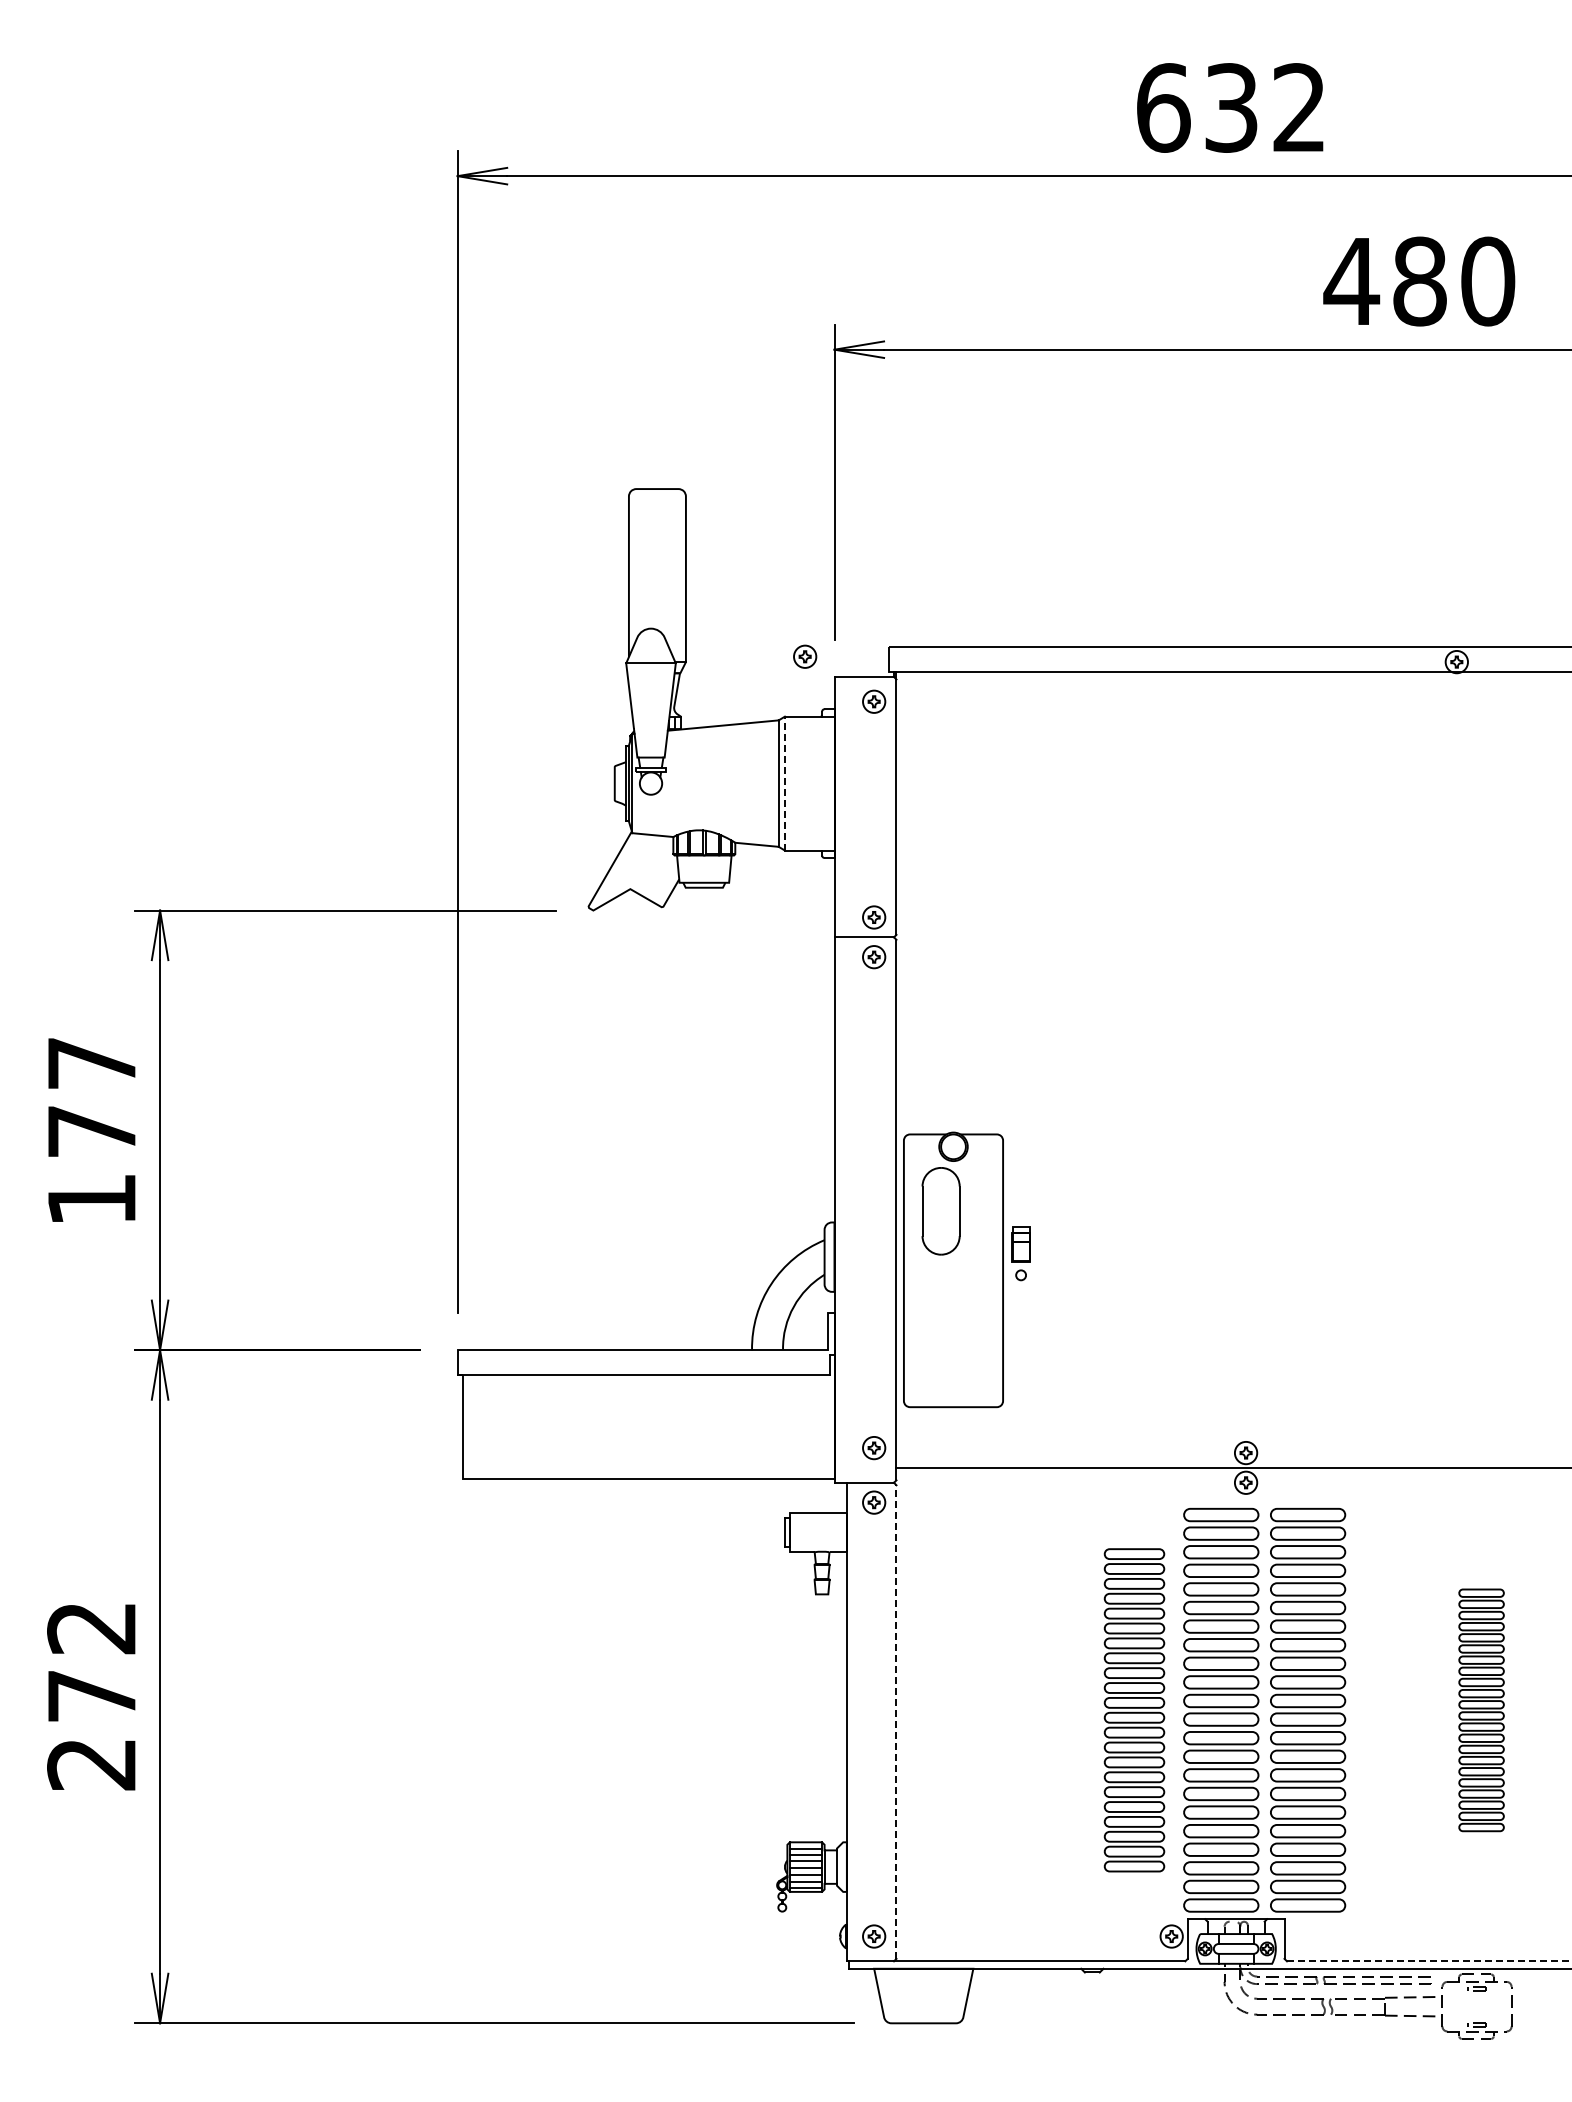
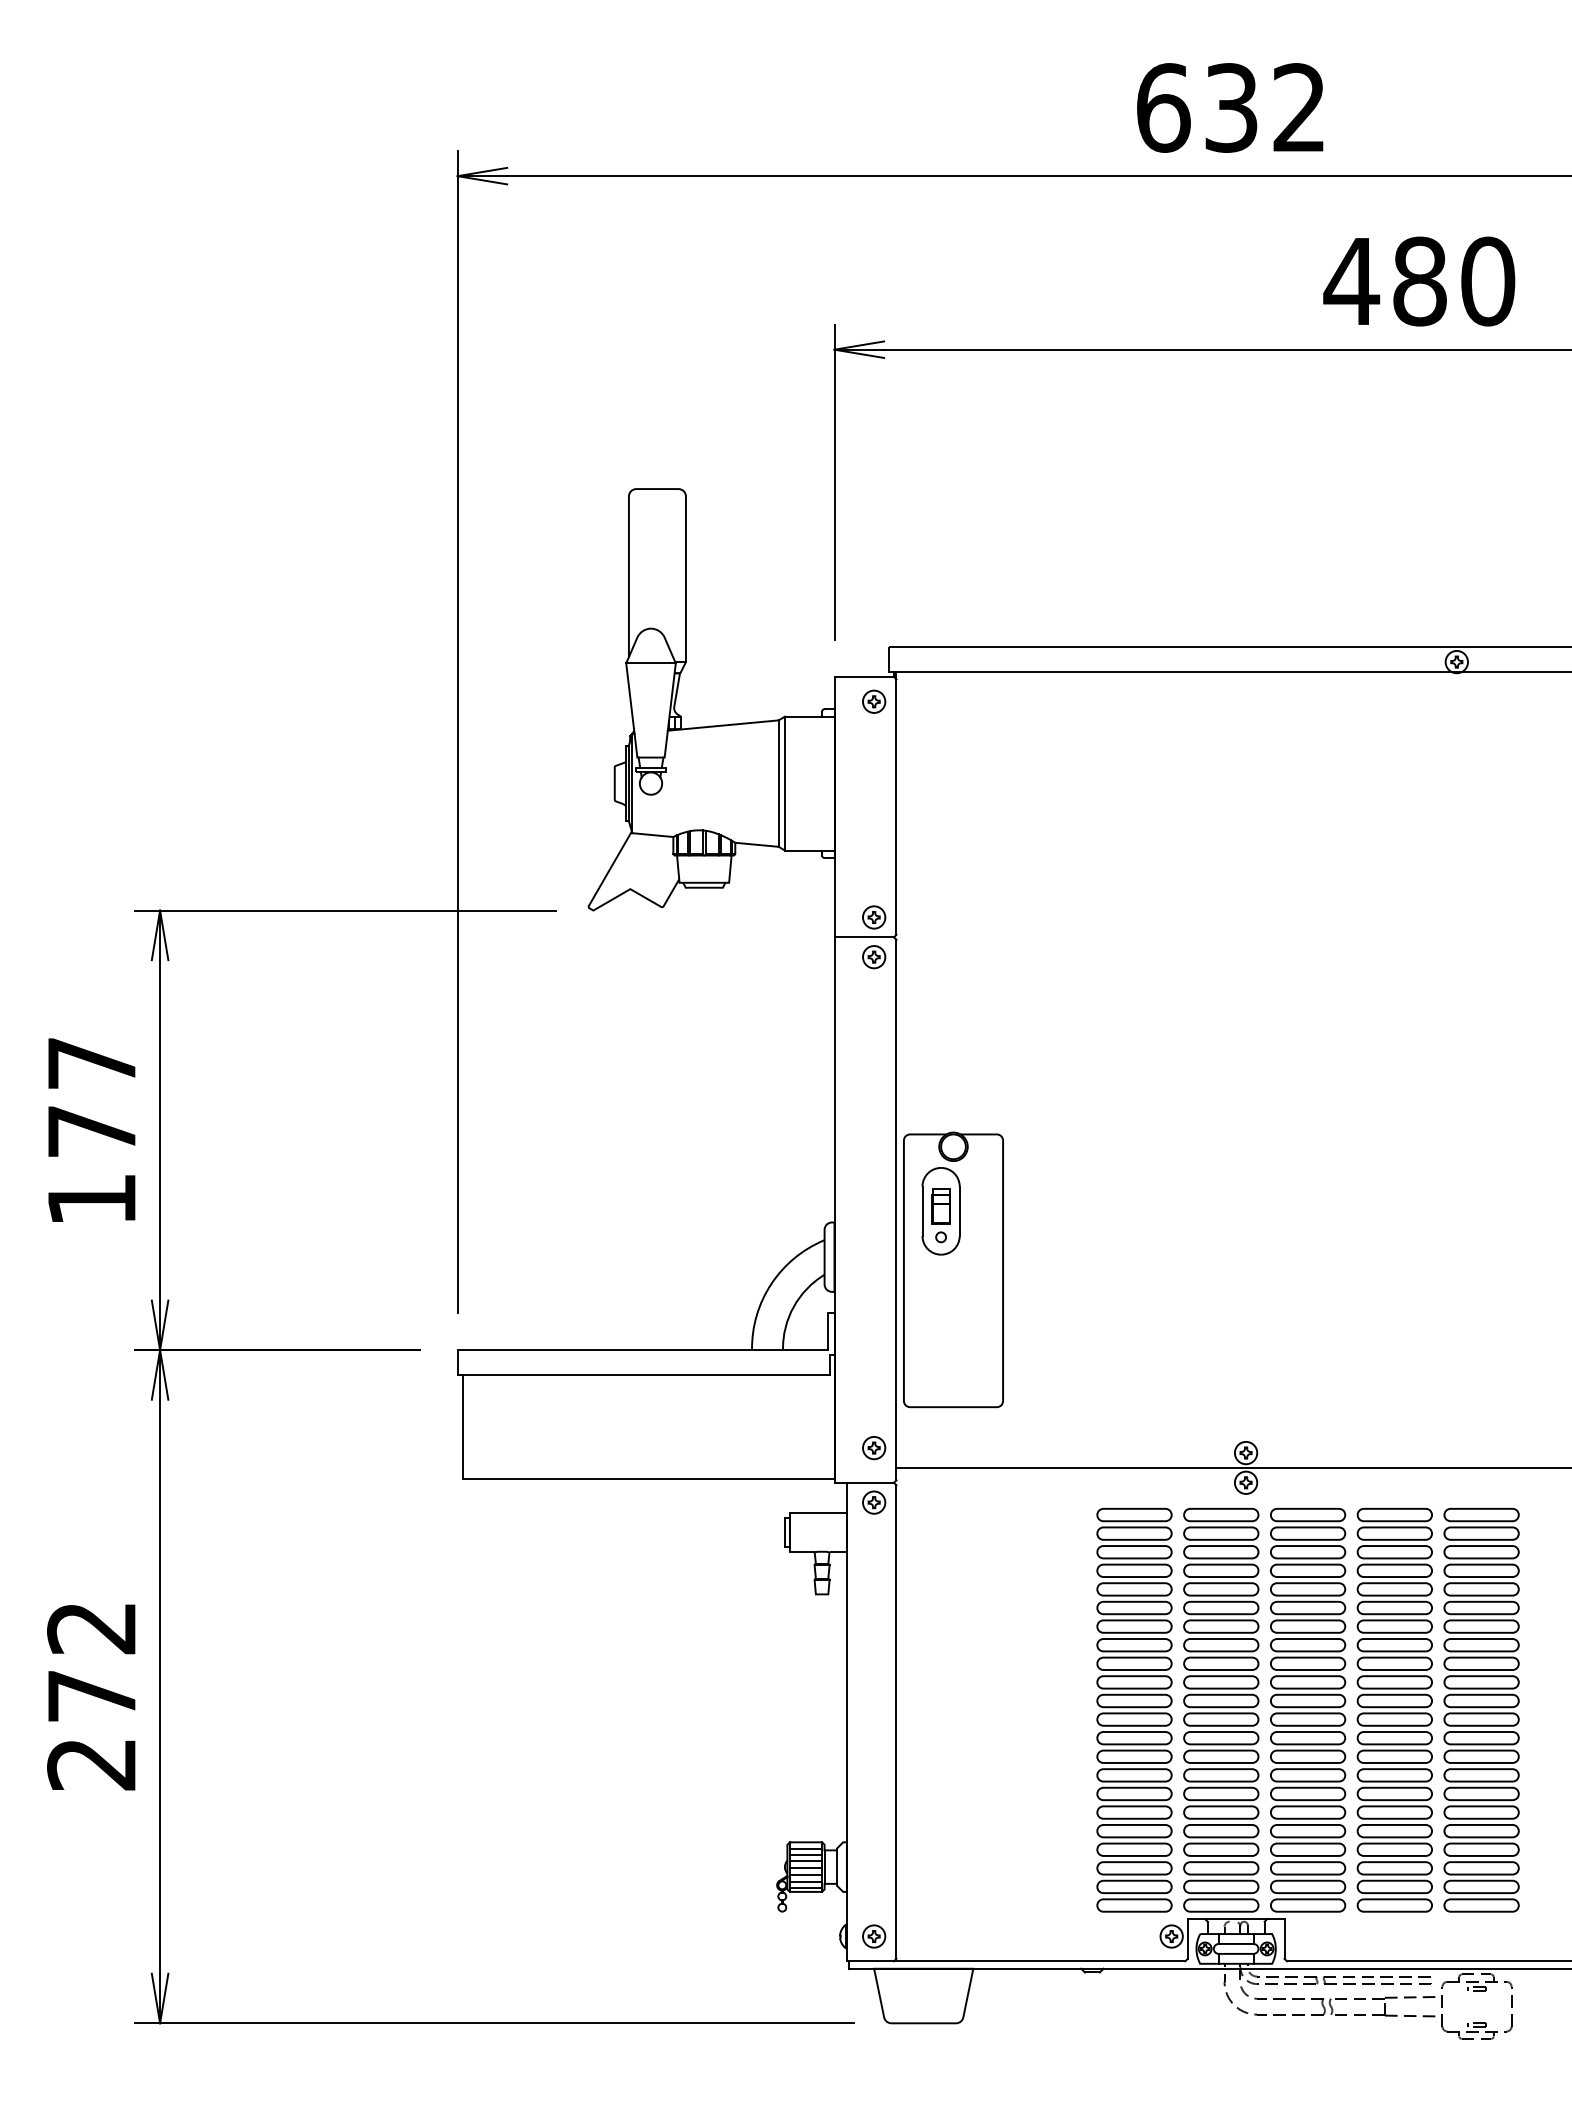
part at (805, 656): present -> none
line at (784, 783): dashed -> solid
part at (1020, 1253) position: (1020, 1253) -> (940, 1215)
part at (1134, 1710) size: 63x325 px -> 77x405 px
part at (1394, 1710): none -> present
part at (1481, 1710) size: 47x245 px -> 77x405 px
line at (896, 1722): dashed -> solid
line at (1429, 1961): dashed -> solid
